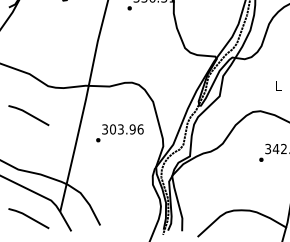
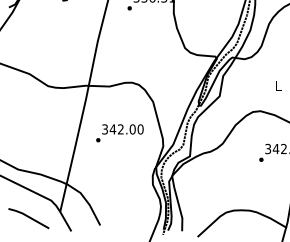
line at (28, 114): present -> none
text at (126, 129): 303.96 -> 342.00
